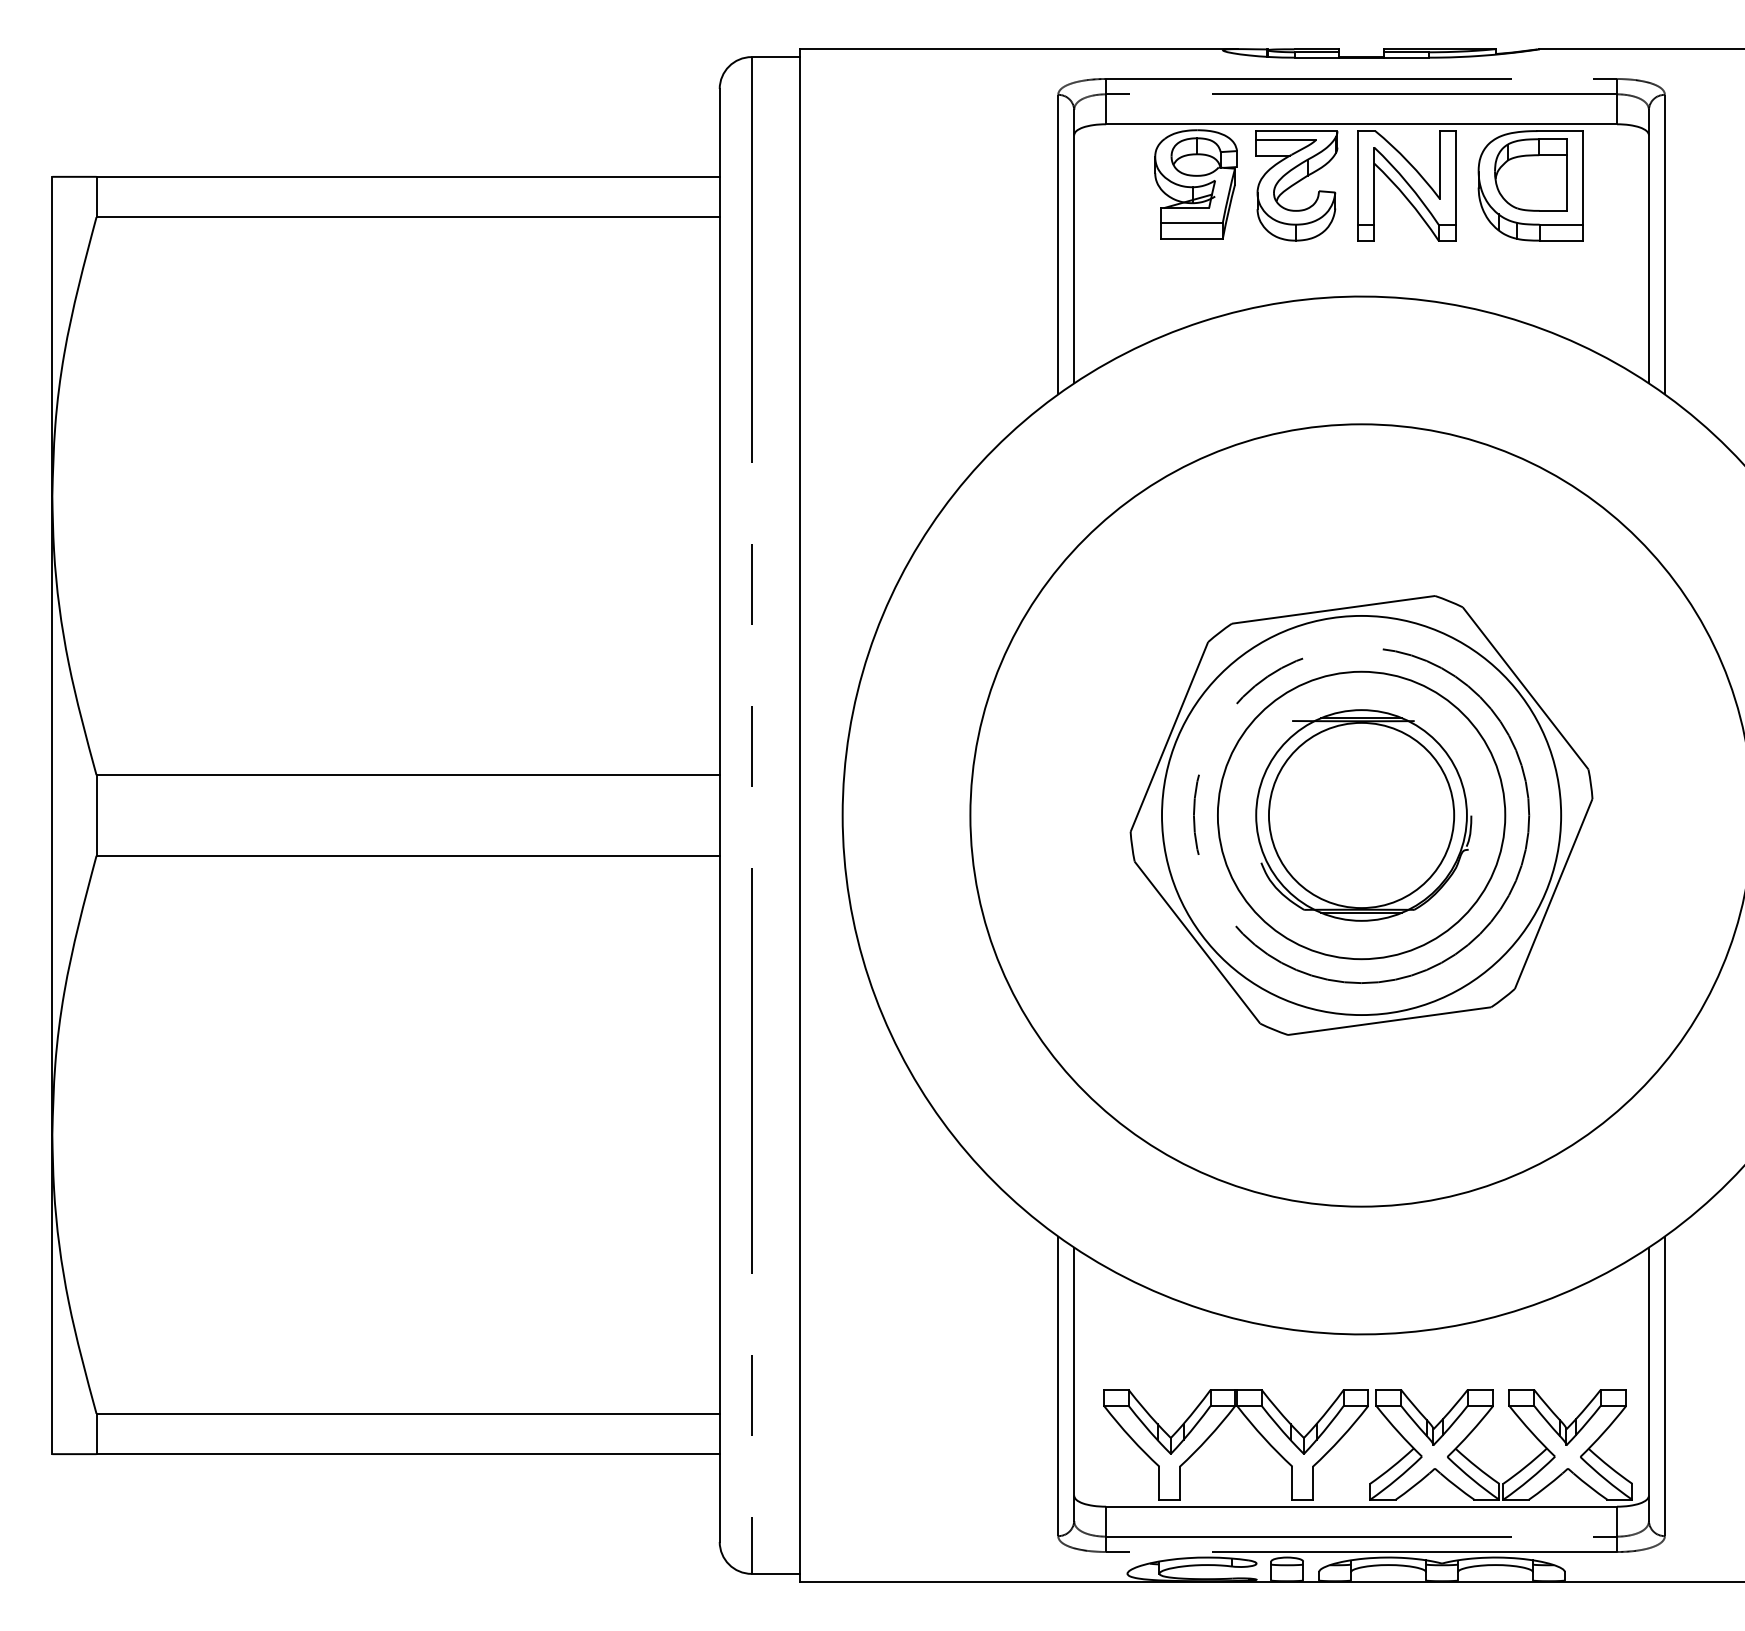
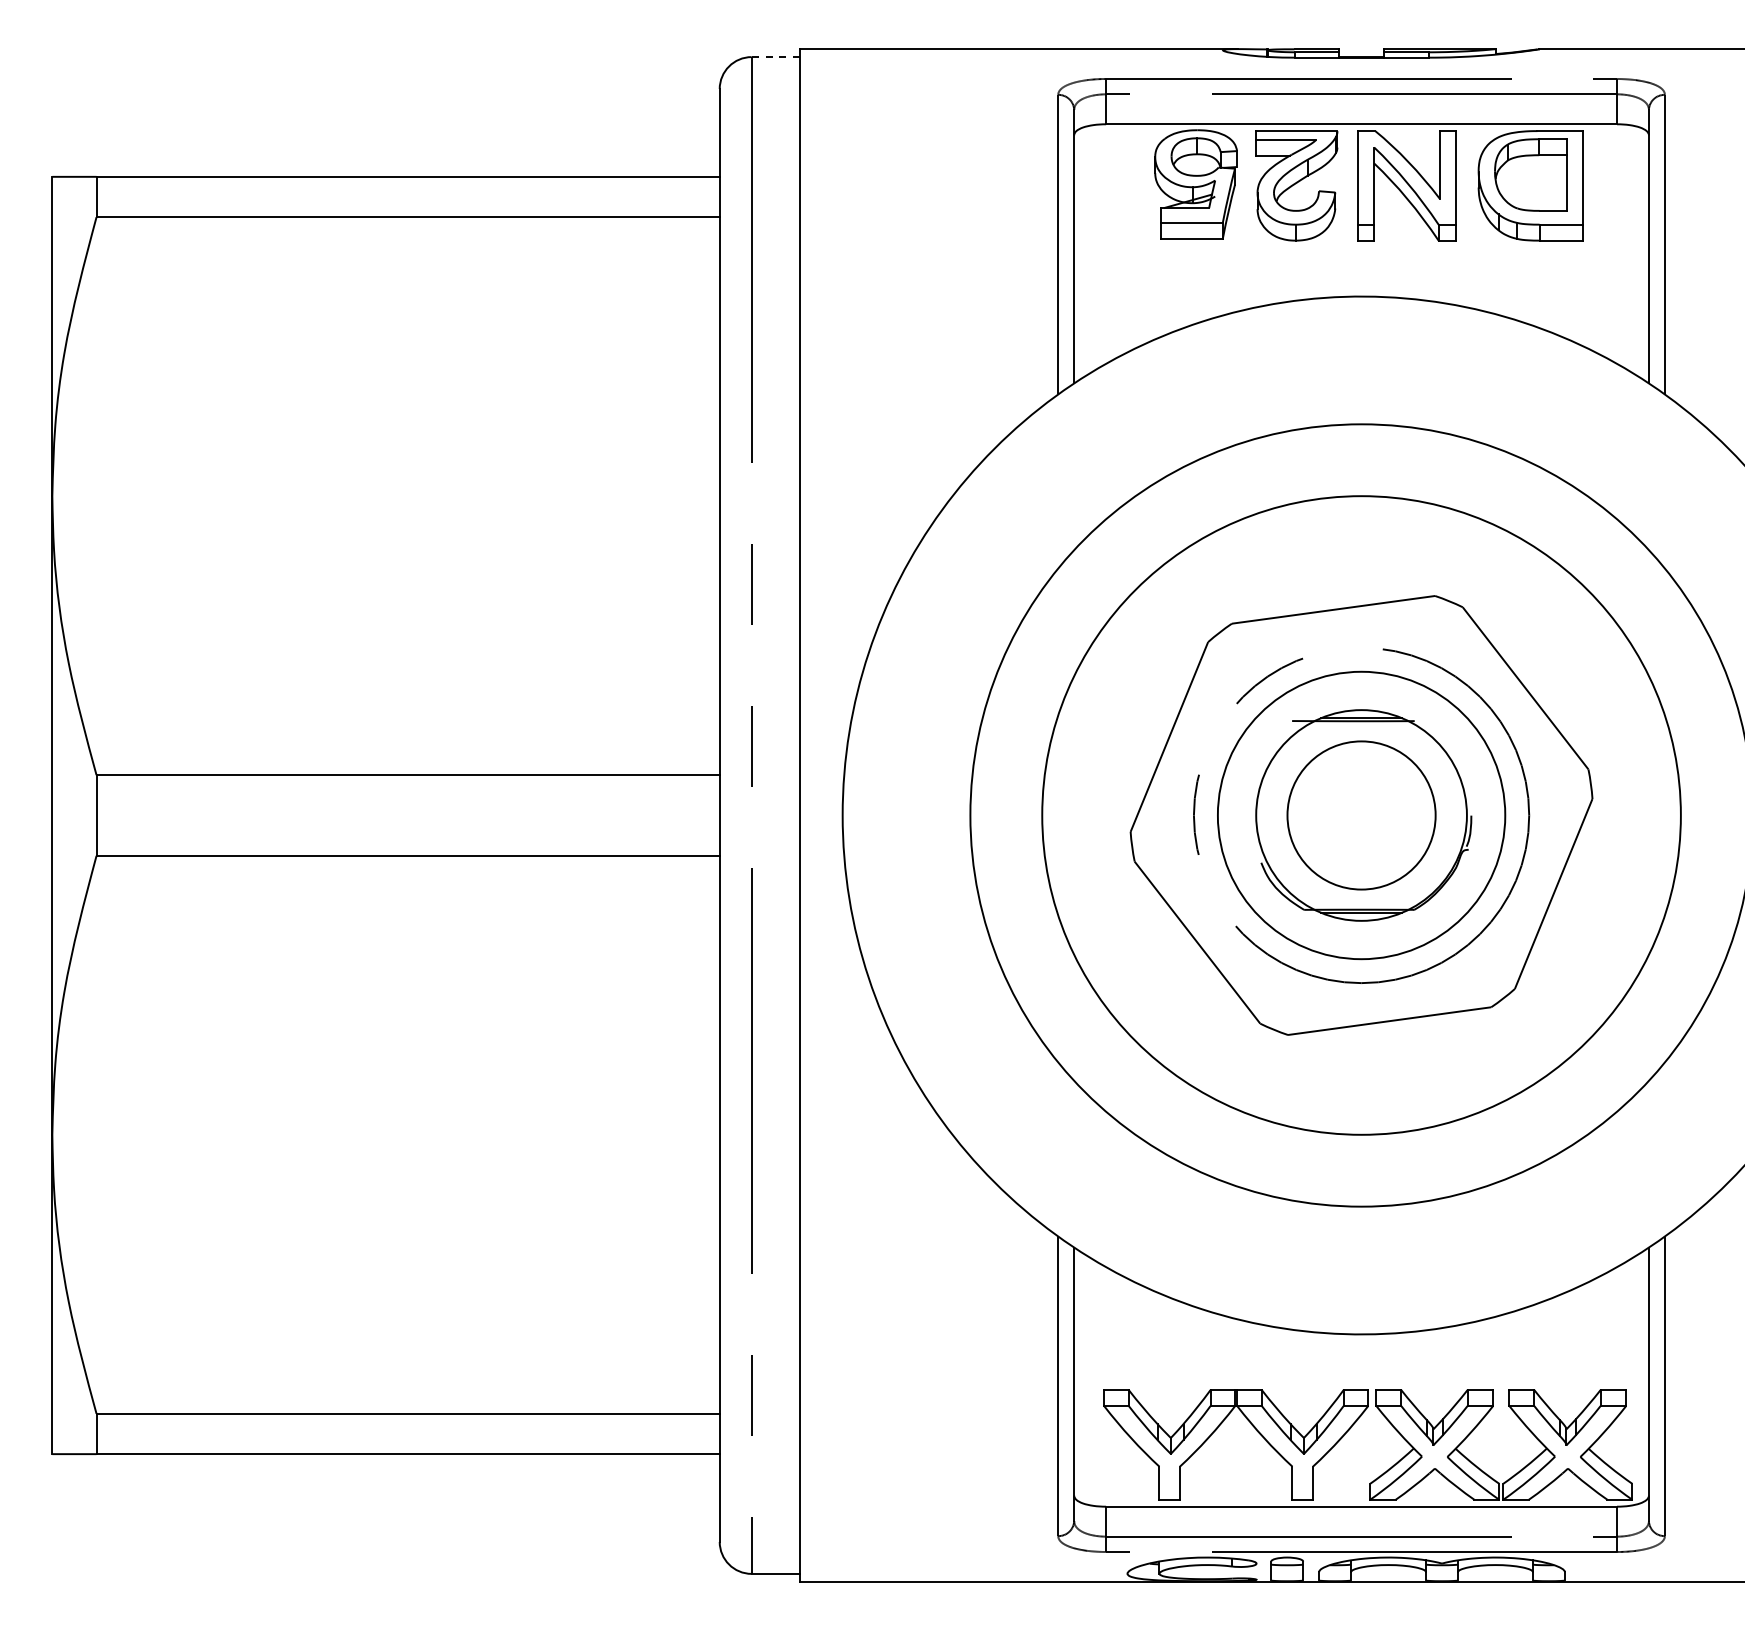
line at (775, 57): solid -> dashed
circle at (1361, 815) diameter: 185 px -> 148 px
circle at (1361, 815) diameter: 399 px -> 639 px
